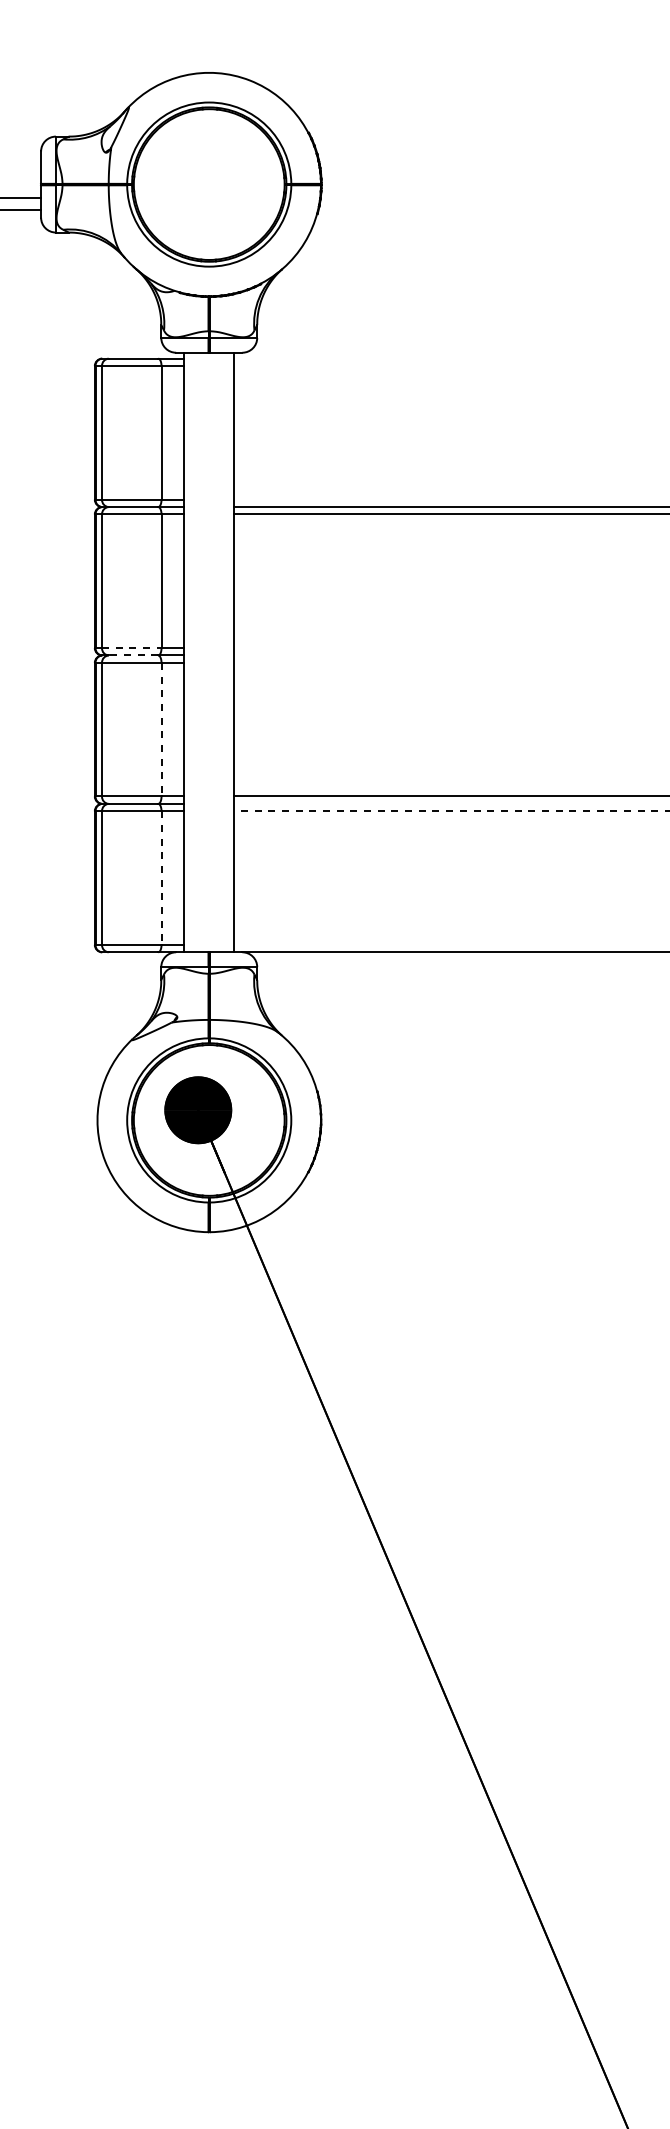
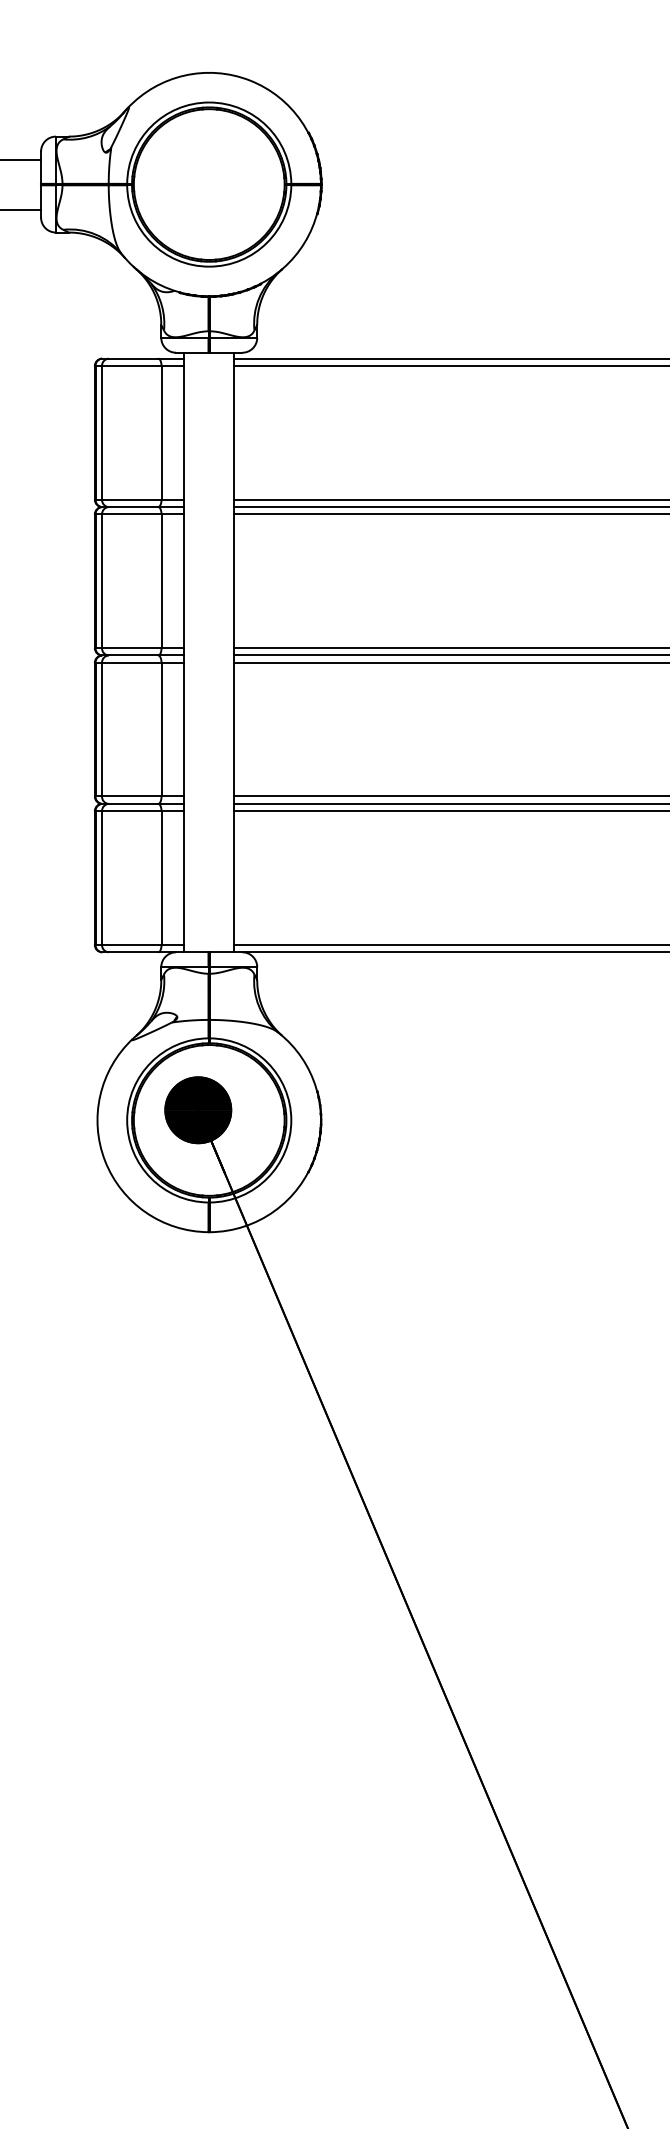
line at (21, 197) position: (21, 197) -> (21, 159)
line at (450, 358): none -> present
line at (450, 366): none -> present
line at (450, 499): none -> present
line at (131, 648): dashed -> solid
line at (450, 648): none -> present
line at (133, 655): dashed -> solid
line at (450, 655): none -> present
line at (450, 662): none -> present
line at (161, 729): dashed -> solid
line at (450, 803): none -> present
line at (451, 811): dashed -> solid
line at (161, 878): dashed -> solid
line at (450, 944): none -> present
